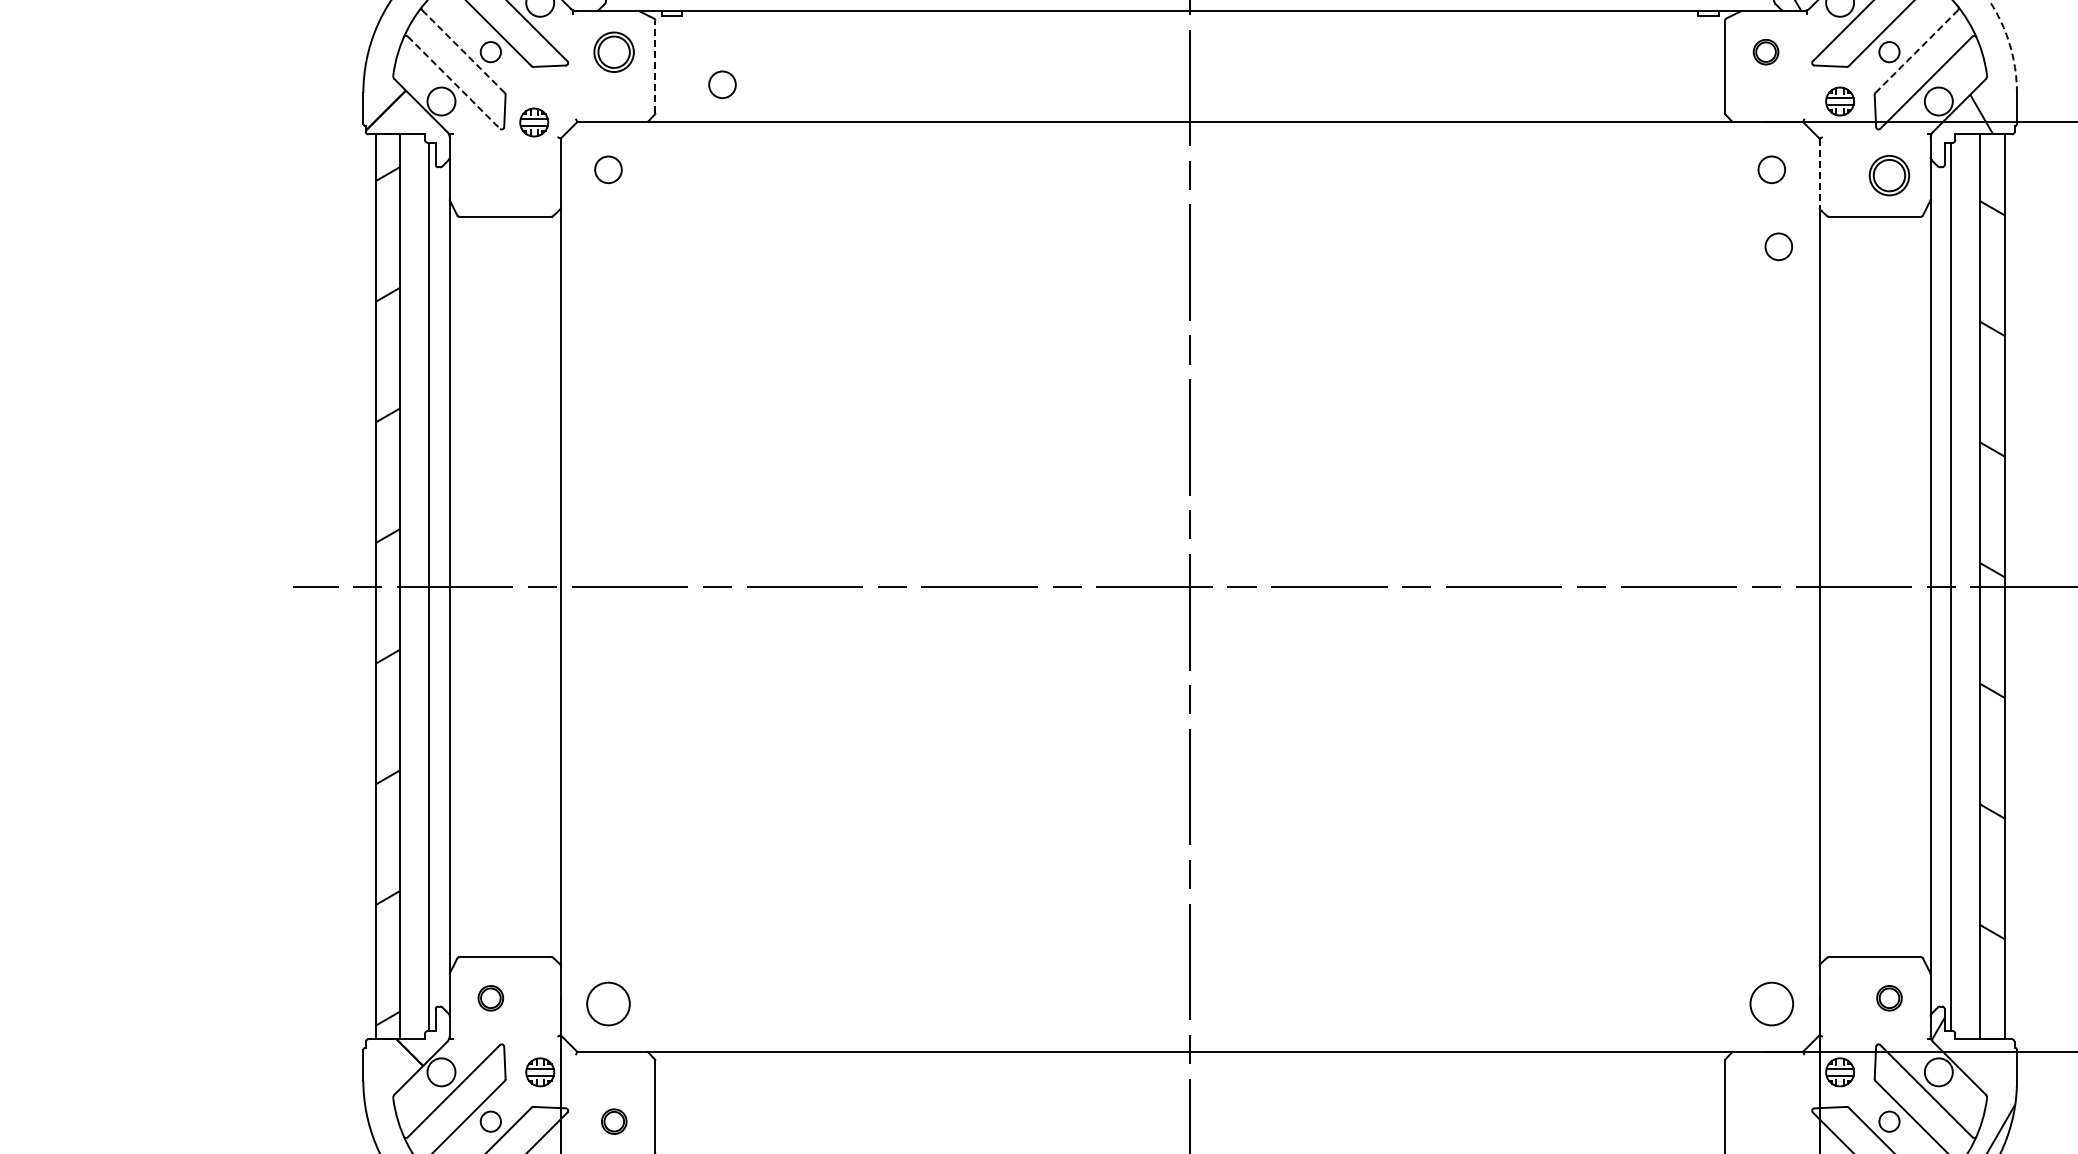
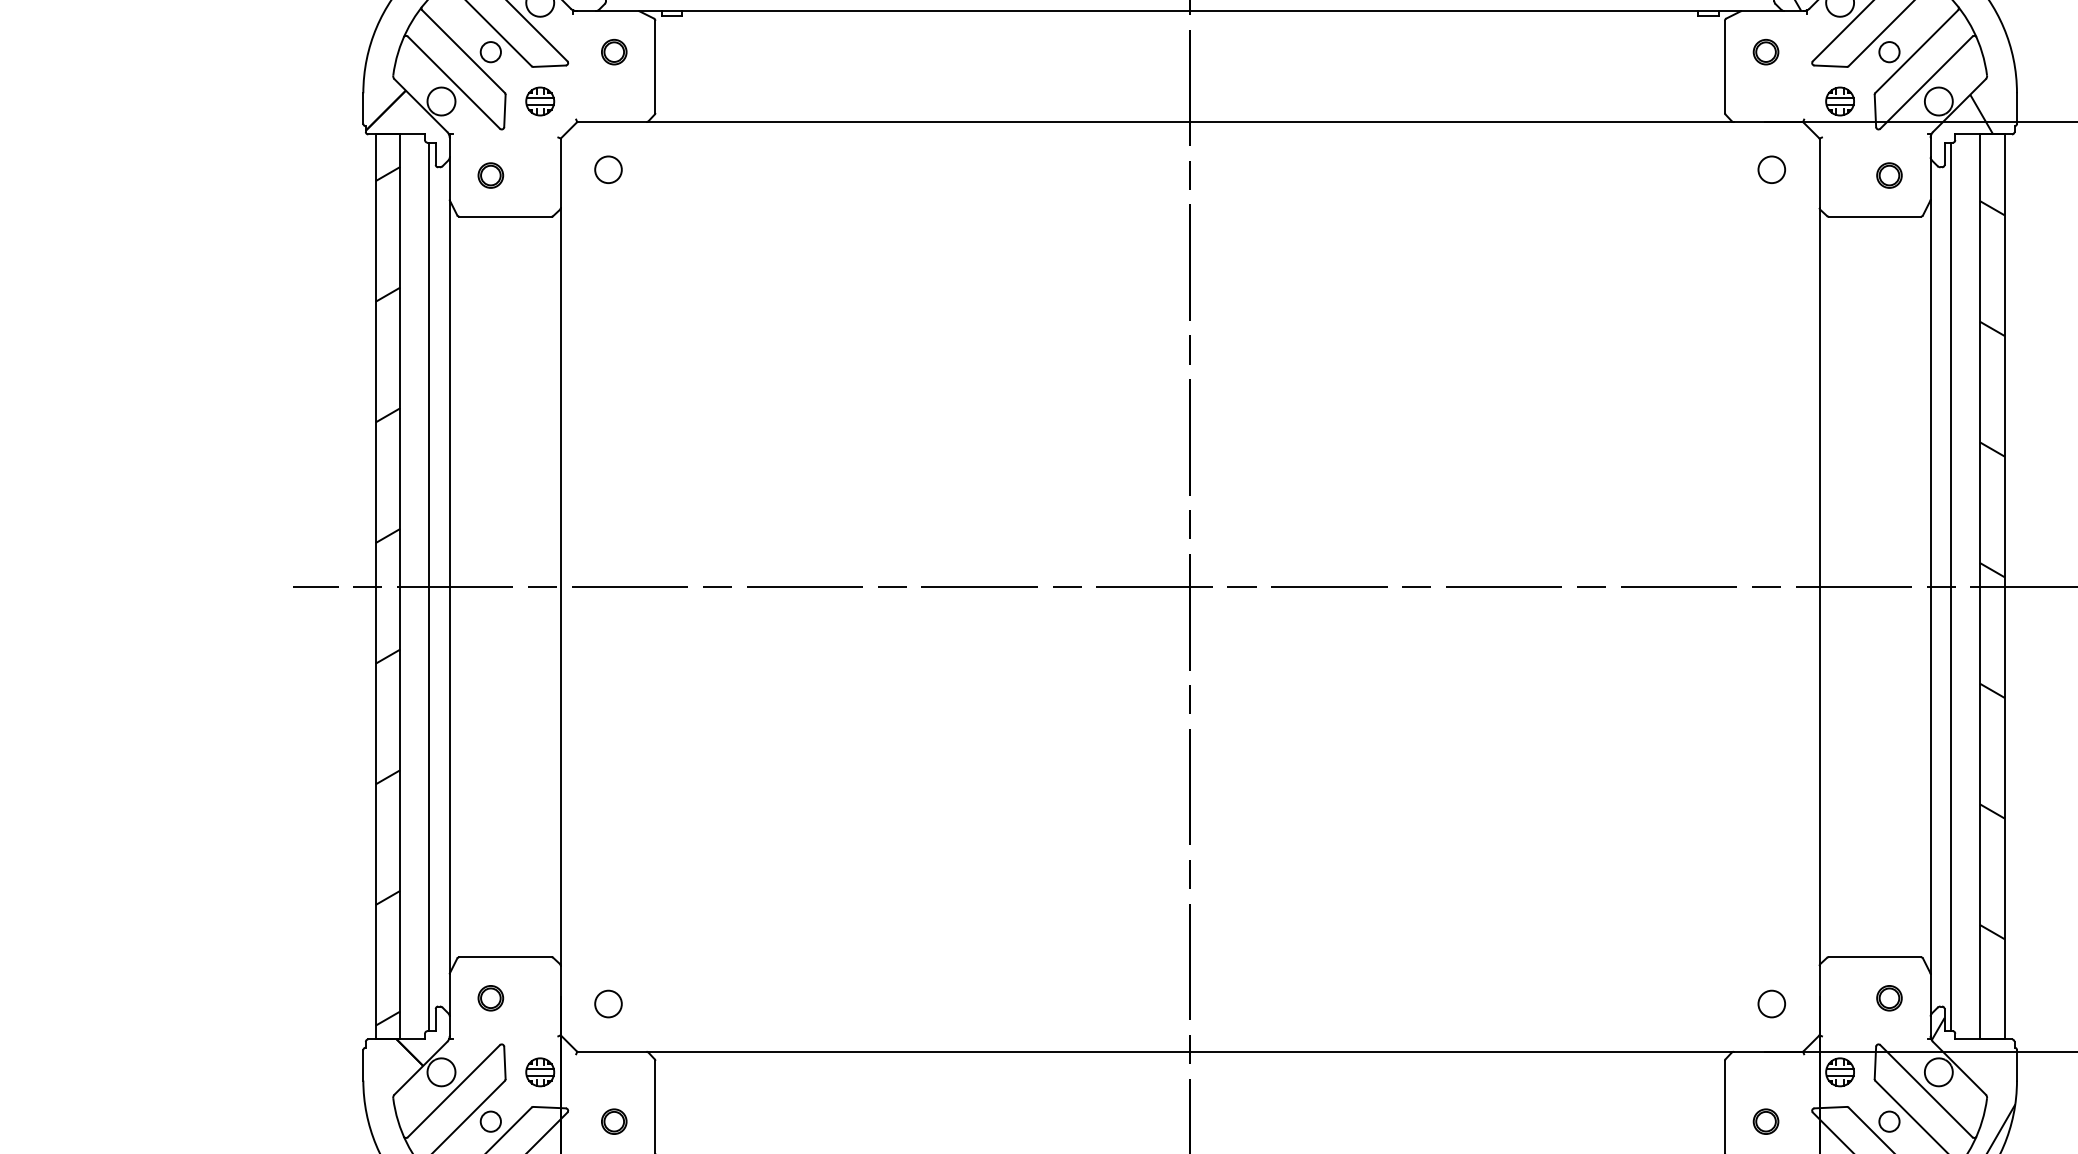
arc at (2009, 43): dashed -> solid
line at (463, 51): dashed -> solid
part at (613, 51) size: 42x42 px -> 27x28 px
line at (1916, 51): dashed -> solid
line at (655, 66): dashed -> solid
line at (454, 83): dashed -> solid
circle at (722, 84): present -> none
part at (534, 122) position: (534, 122) -> (540, 101)
line at (1819, 173): dashed -> solid
part at (490, 175): none -> present
part at (1889, 175) size: 43x42 px -> 27x27 px
circle at (1778, 246): present -> none
circle at (608, 1003) diameter: 43 px -> 27 px
circle at (1771, 1003) diameter: 43 px -> 27 px
part at (1765, 1121): none -> present
